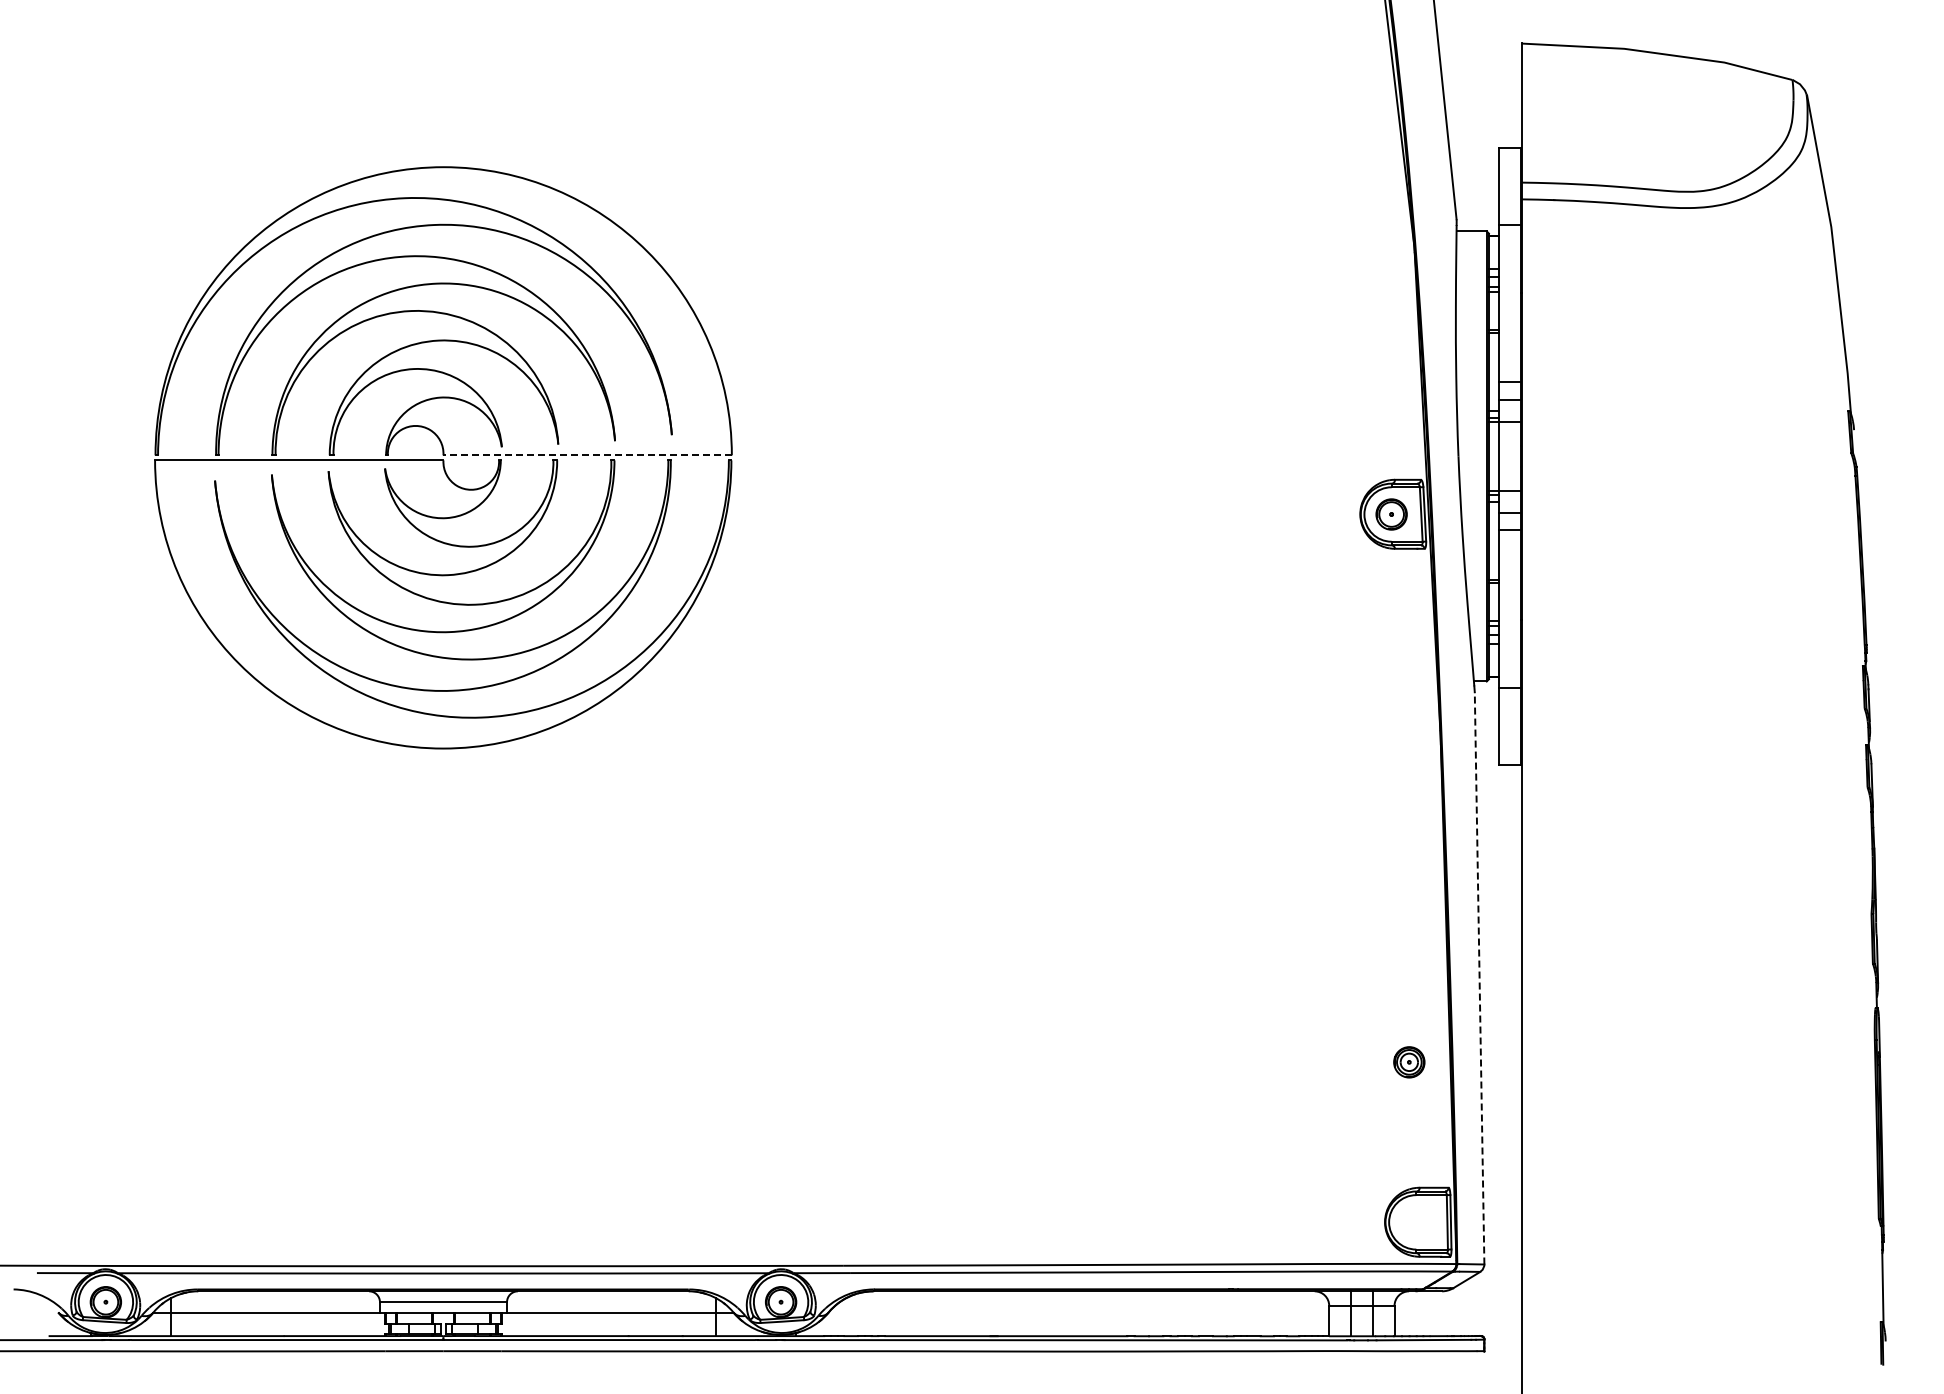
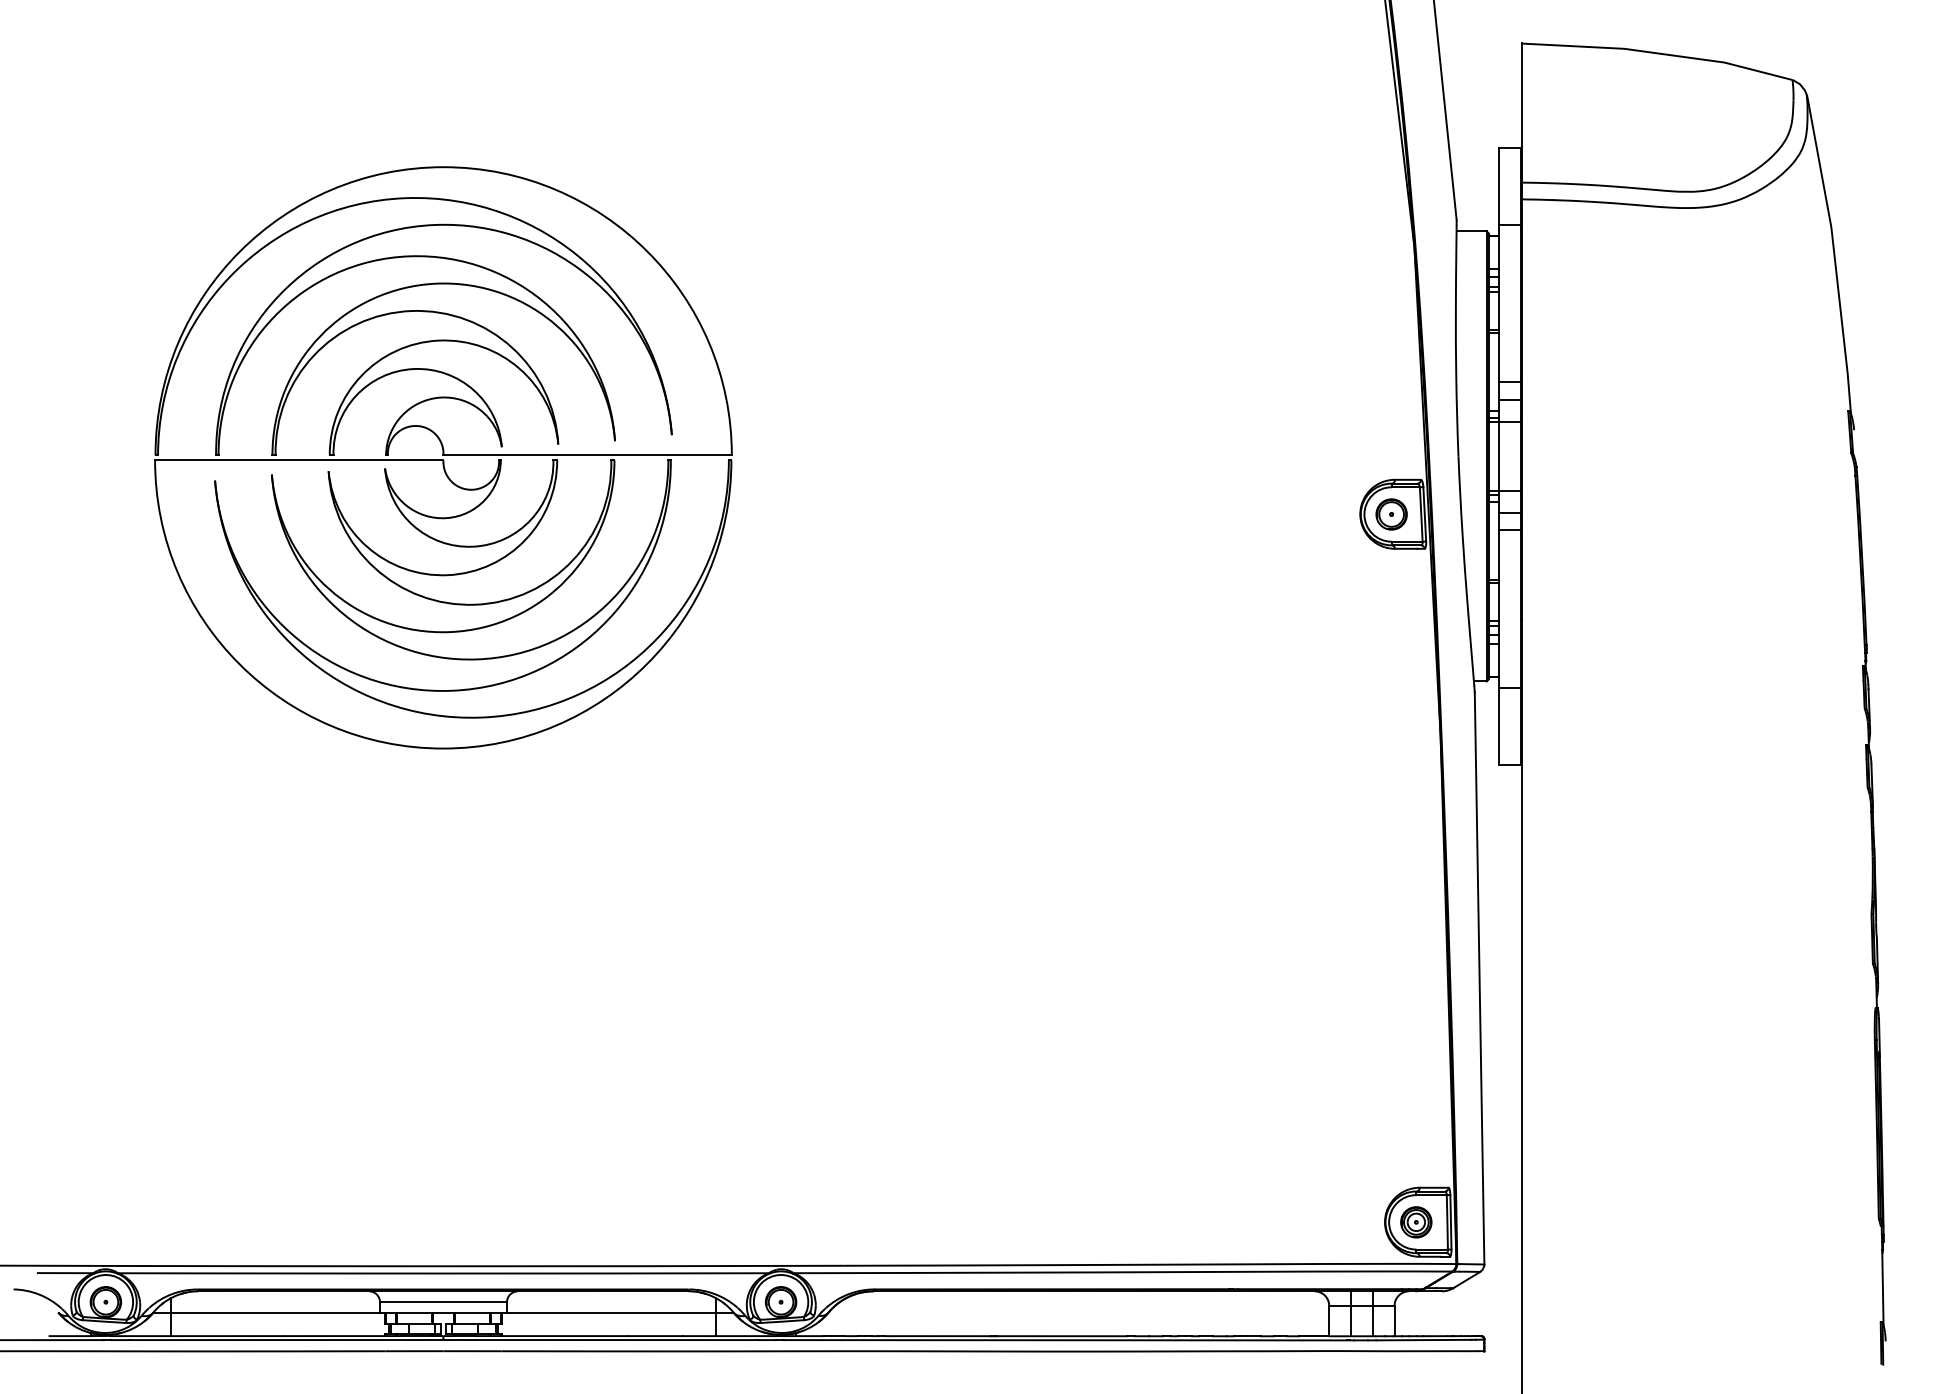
line at (587, 455): dashed -> solid
line at (1479, 977): dashed -> solid
part at (1409, 1062) position: (1409, 1062) -> (1416, 1222)
